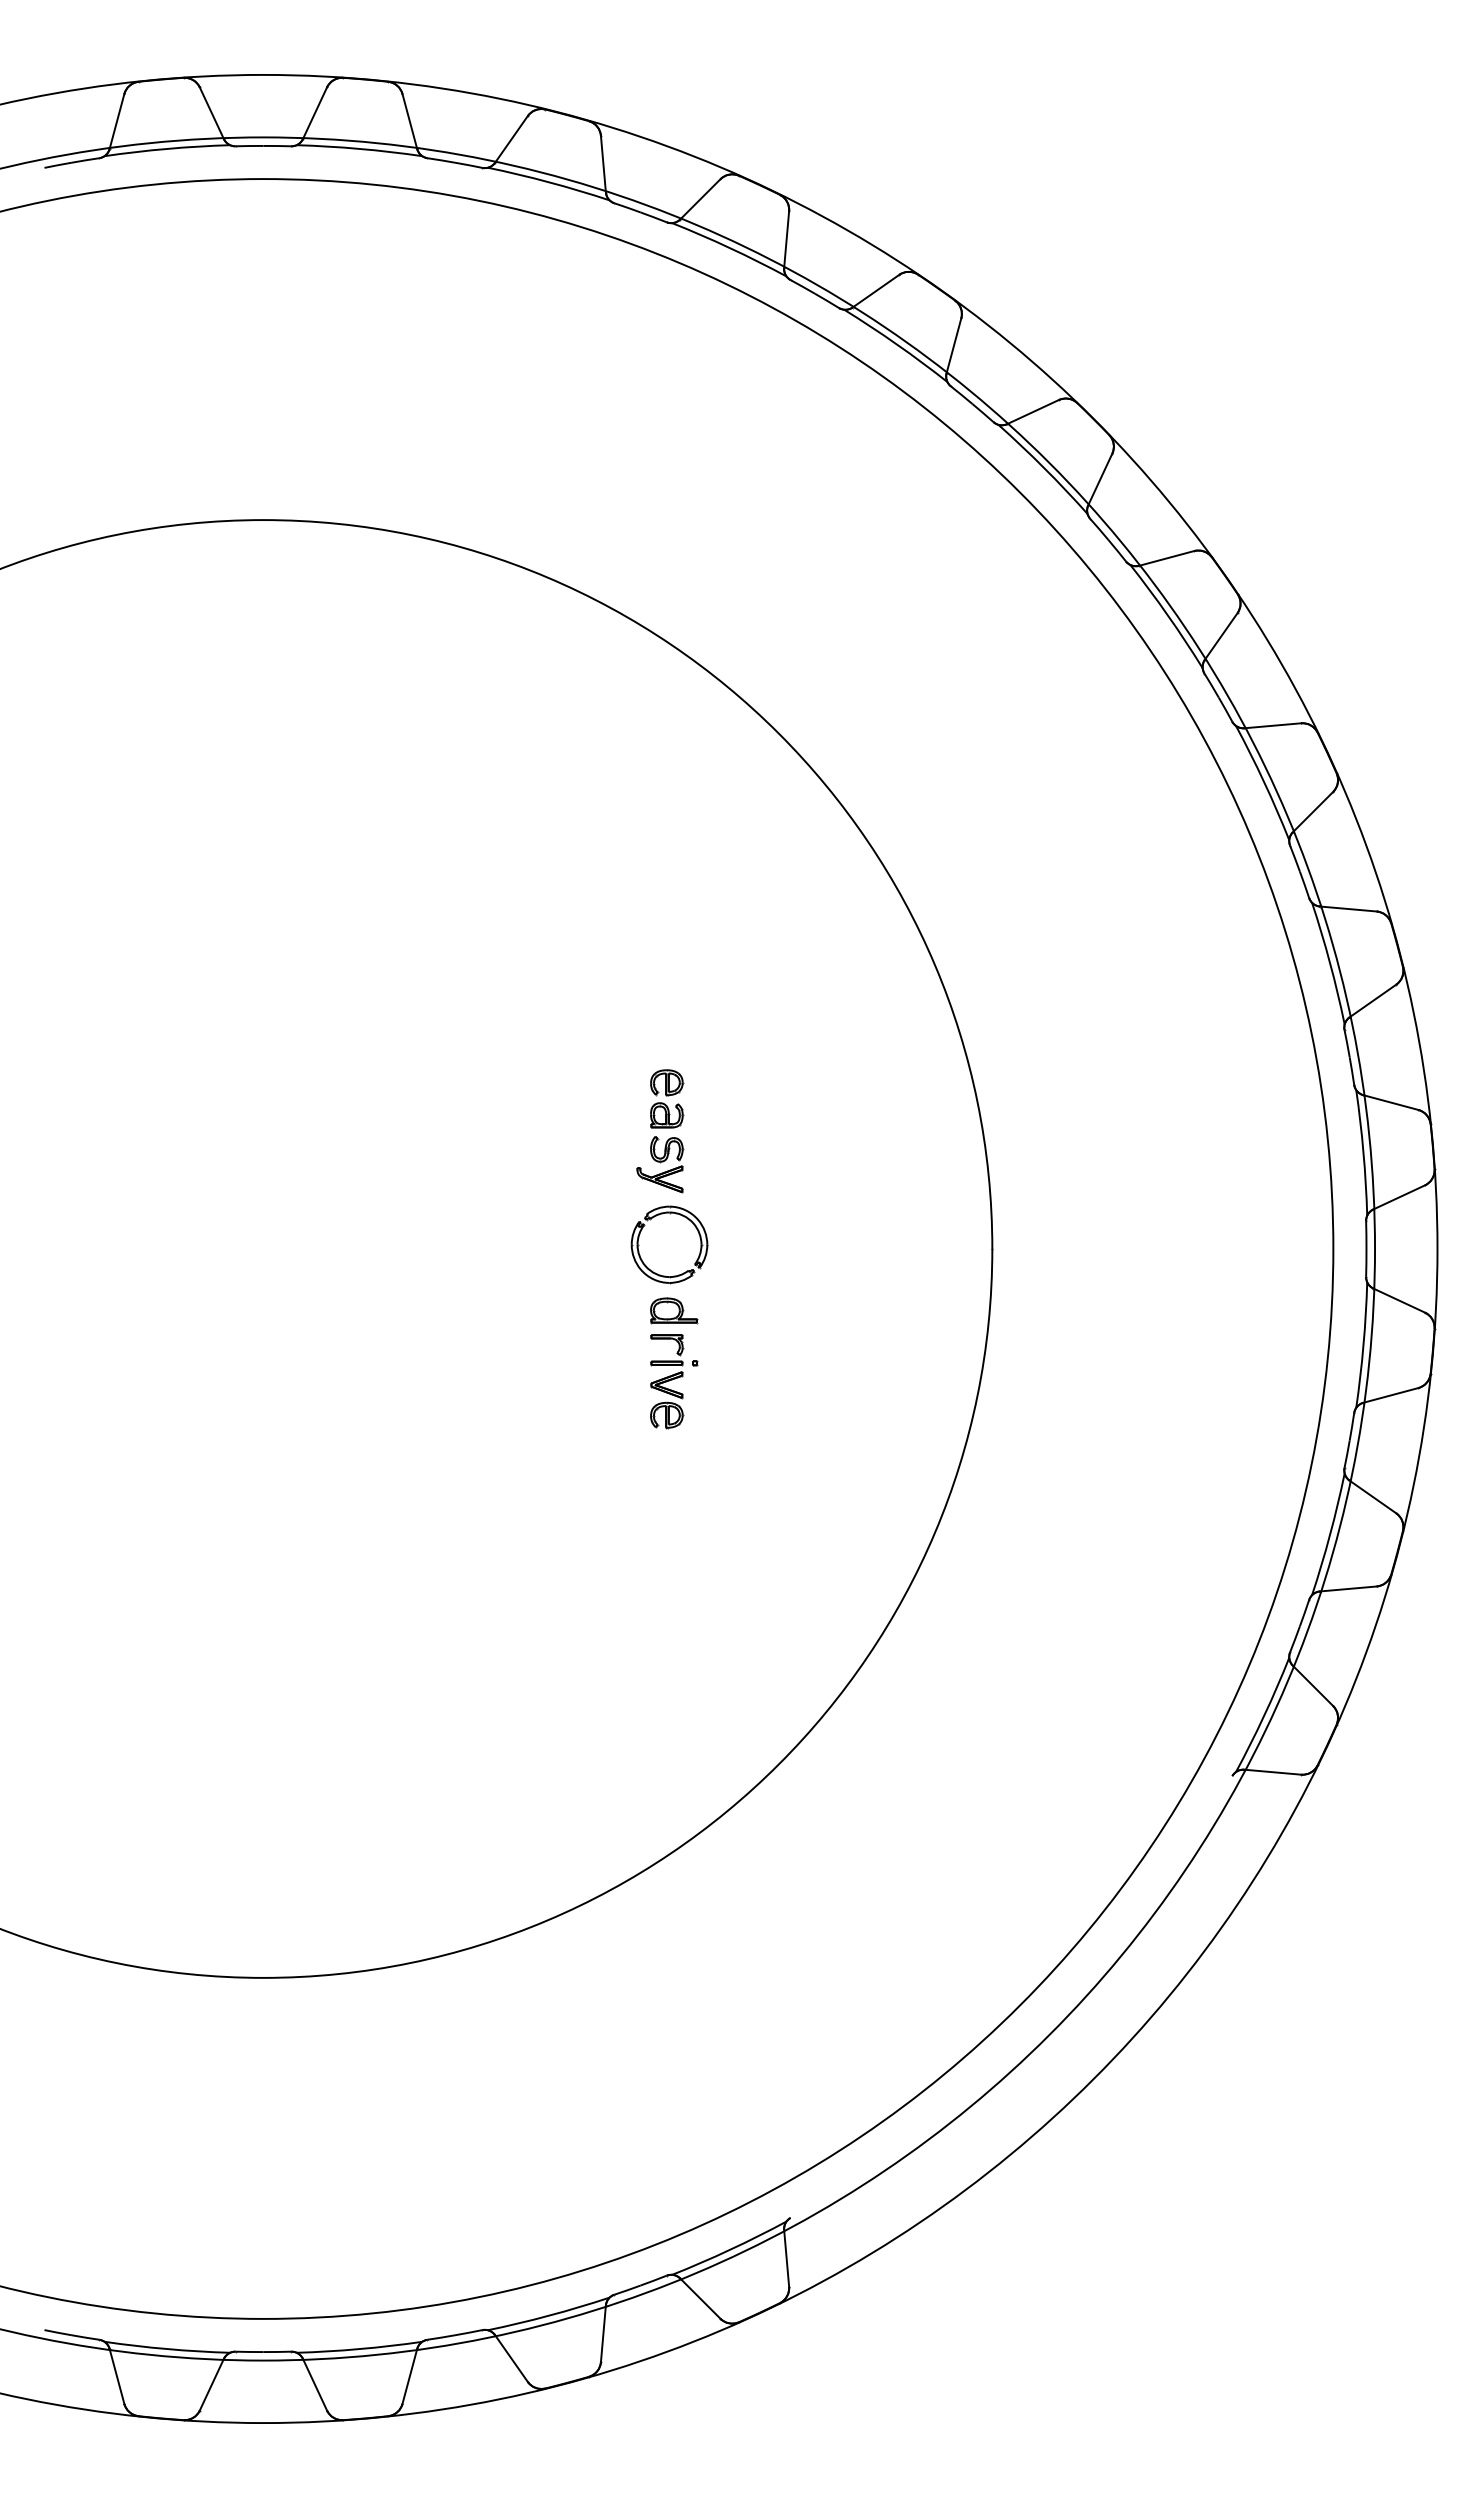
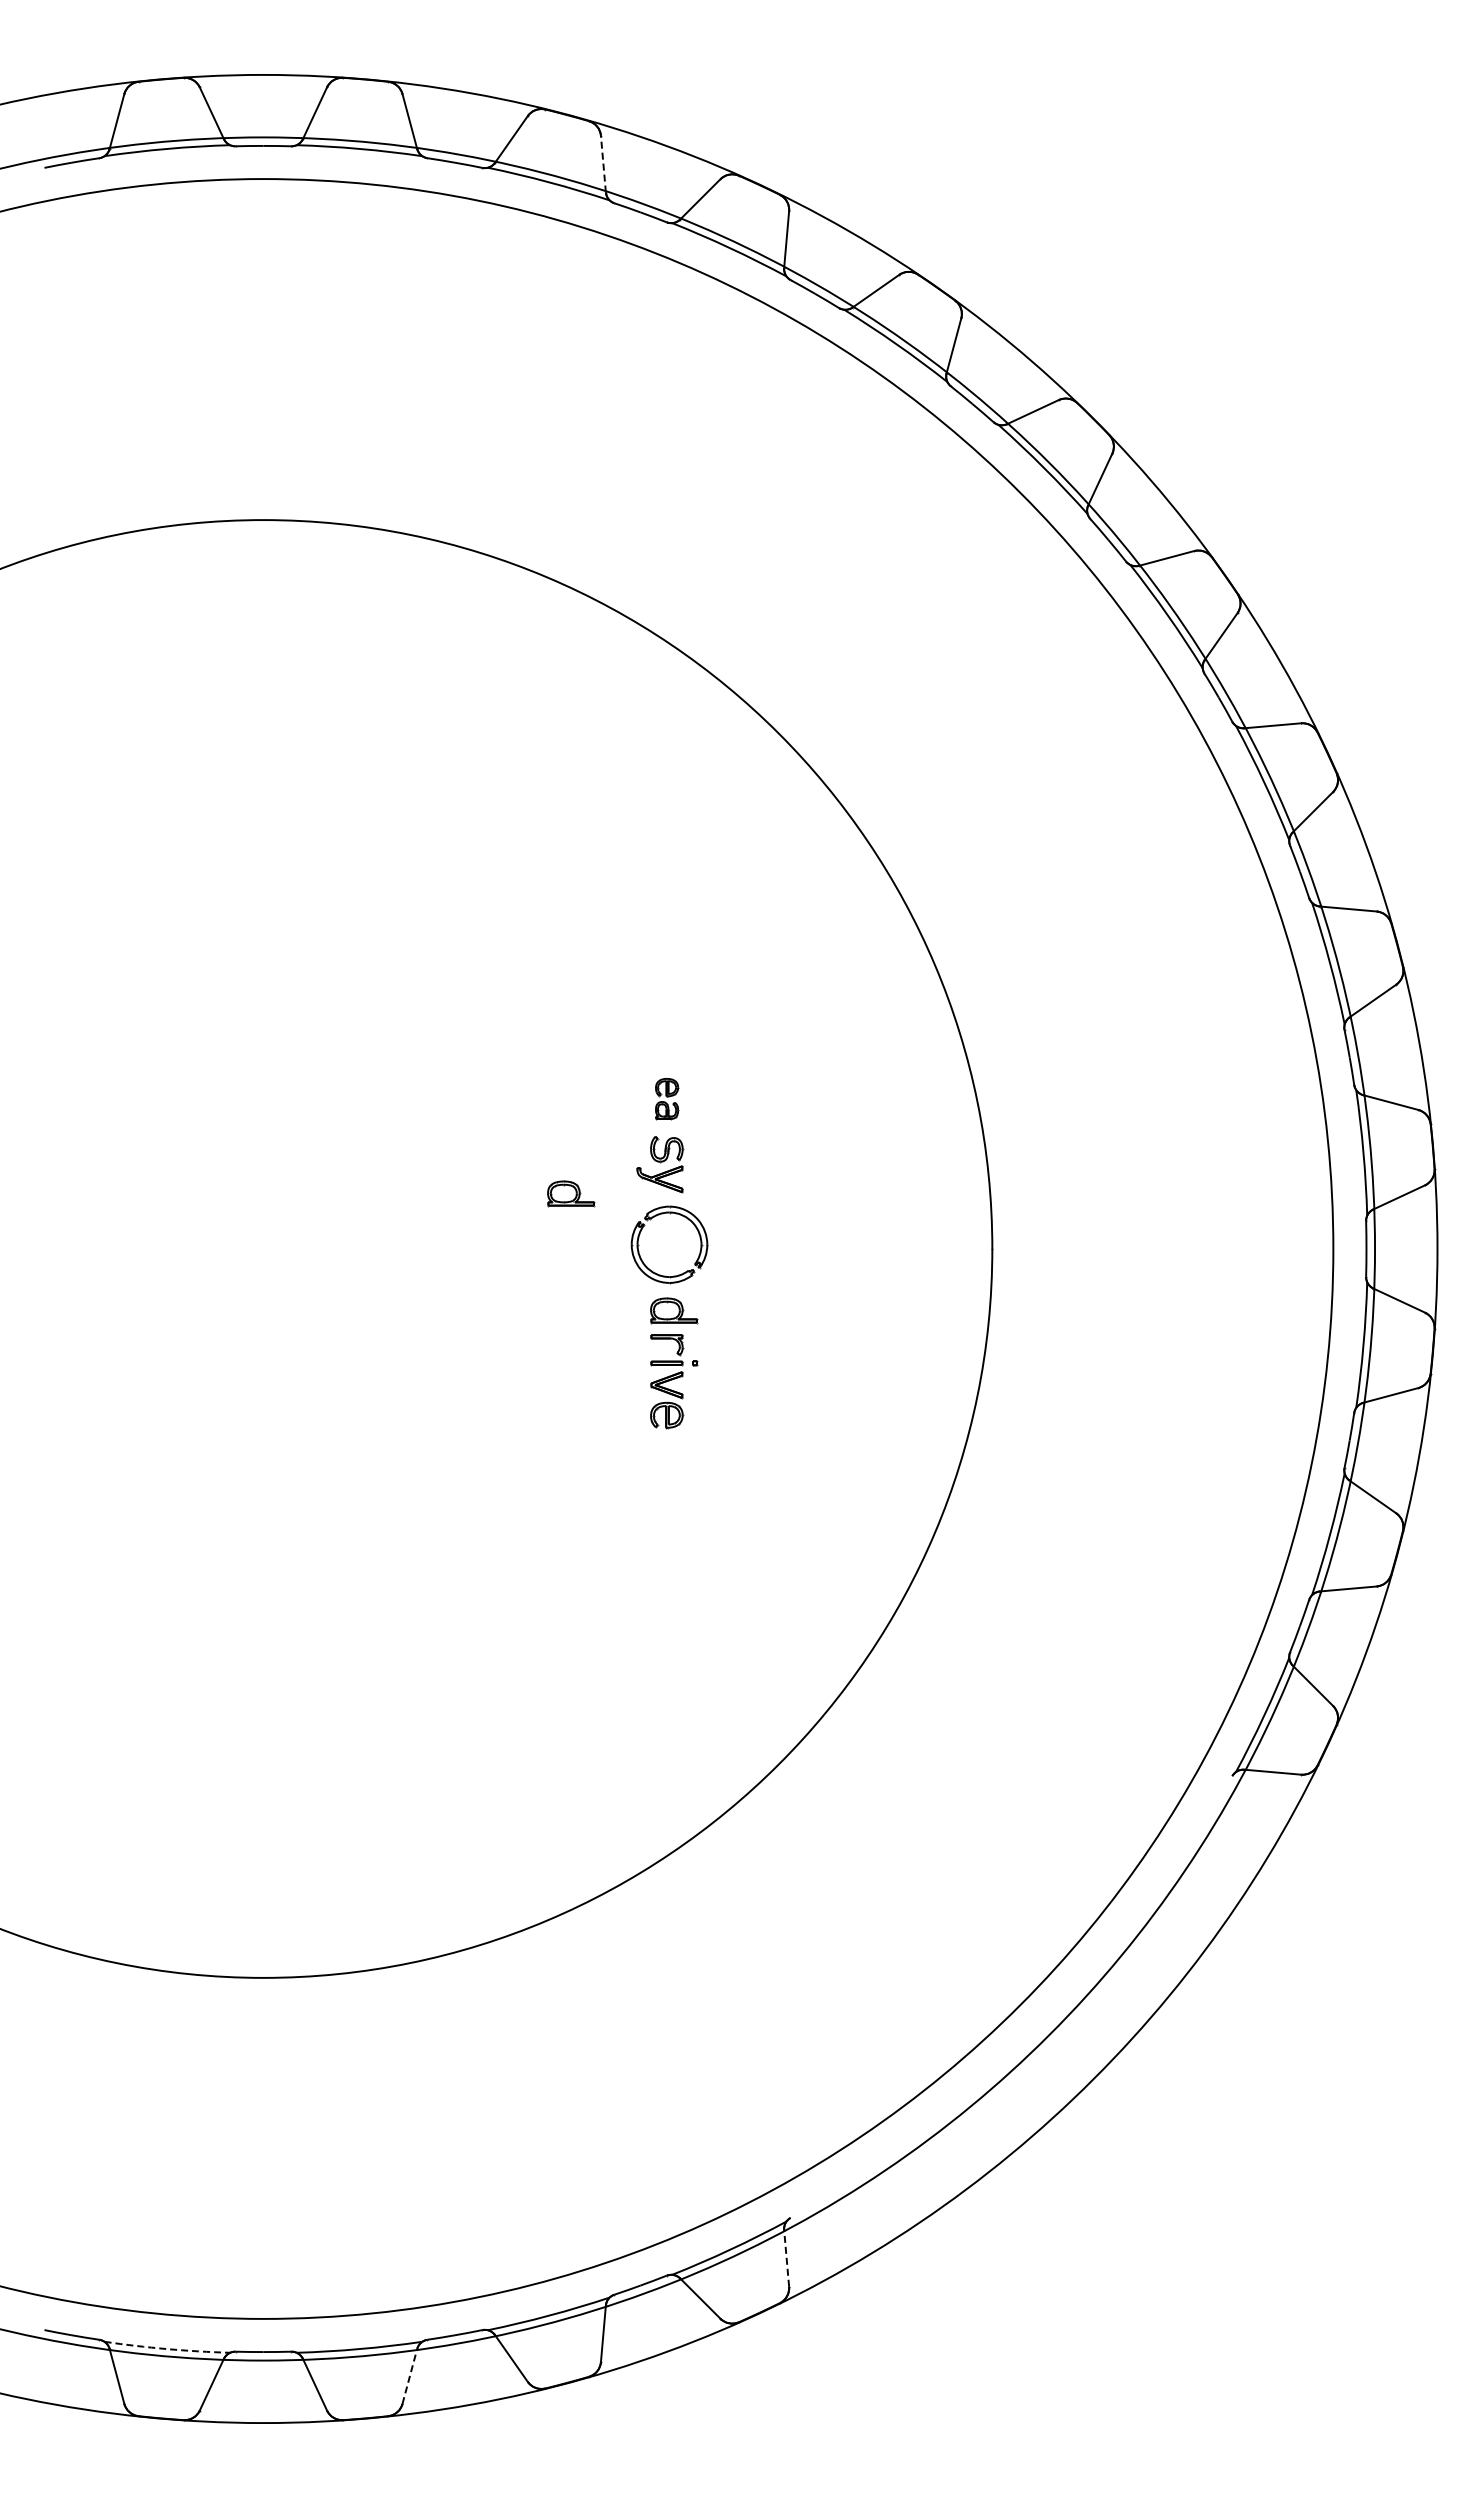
line at (603, 163): solid -> dashed
part at (667, 1098) size: 35x60 px -> 25x43 px
part at (571, 1193): none -> present
line at (786, 2257): solid -> dashed
arc at (167, 2349): solid -> dashed
line at (410, 2375): solid -> dashed
